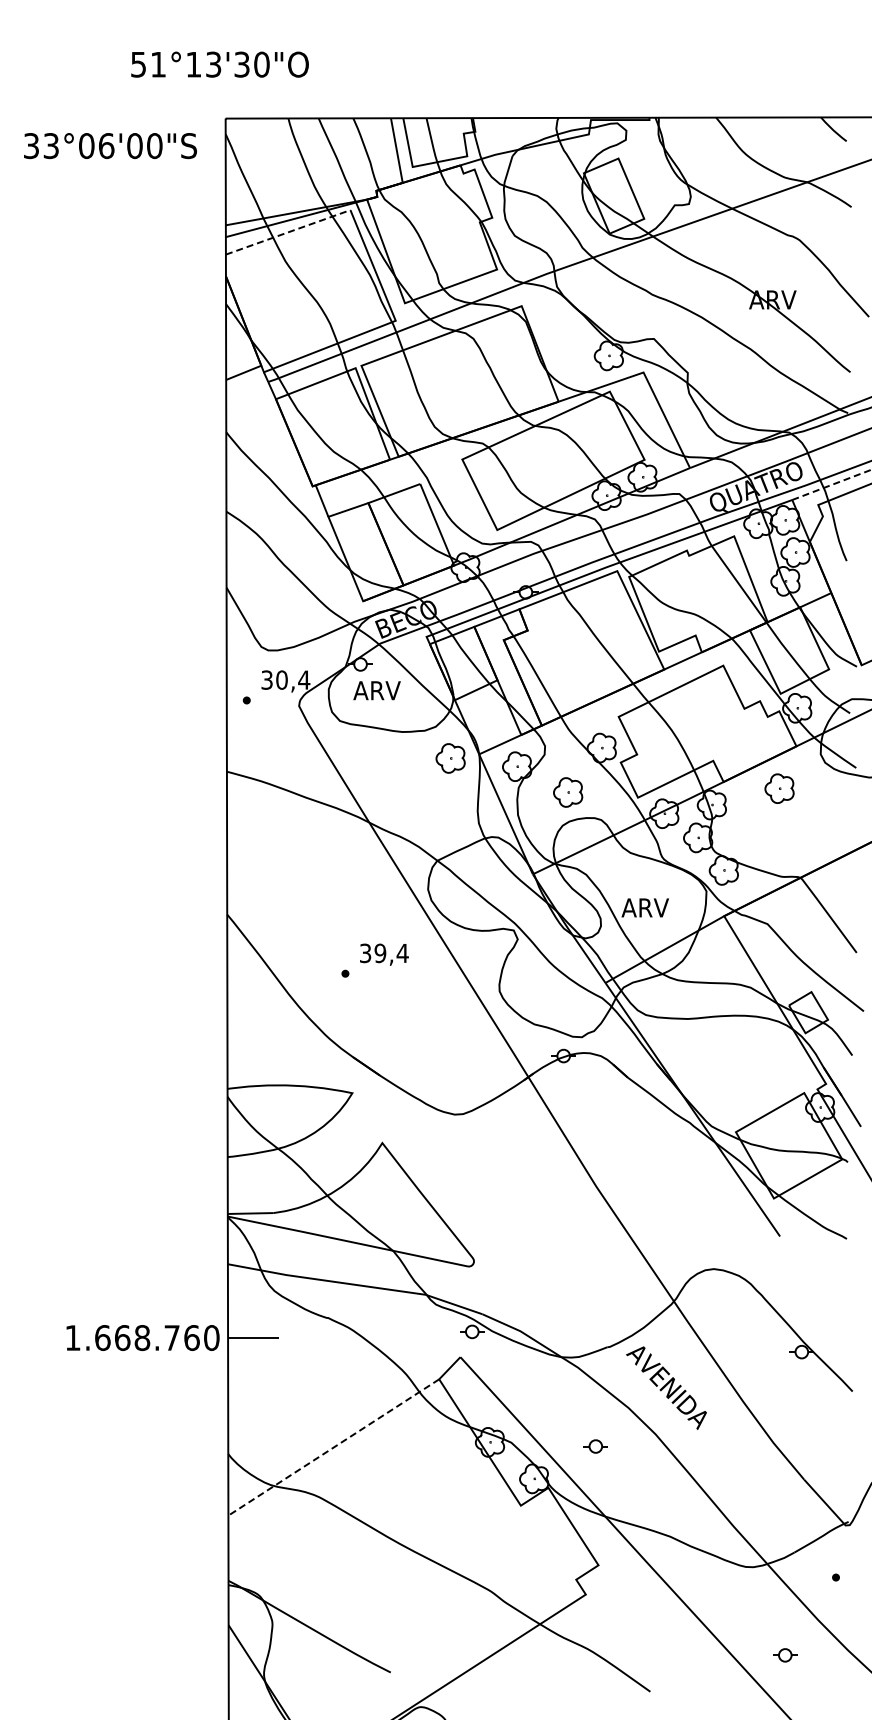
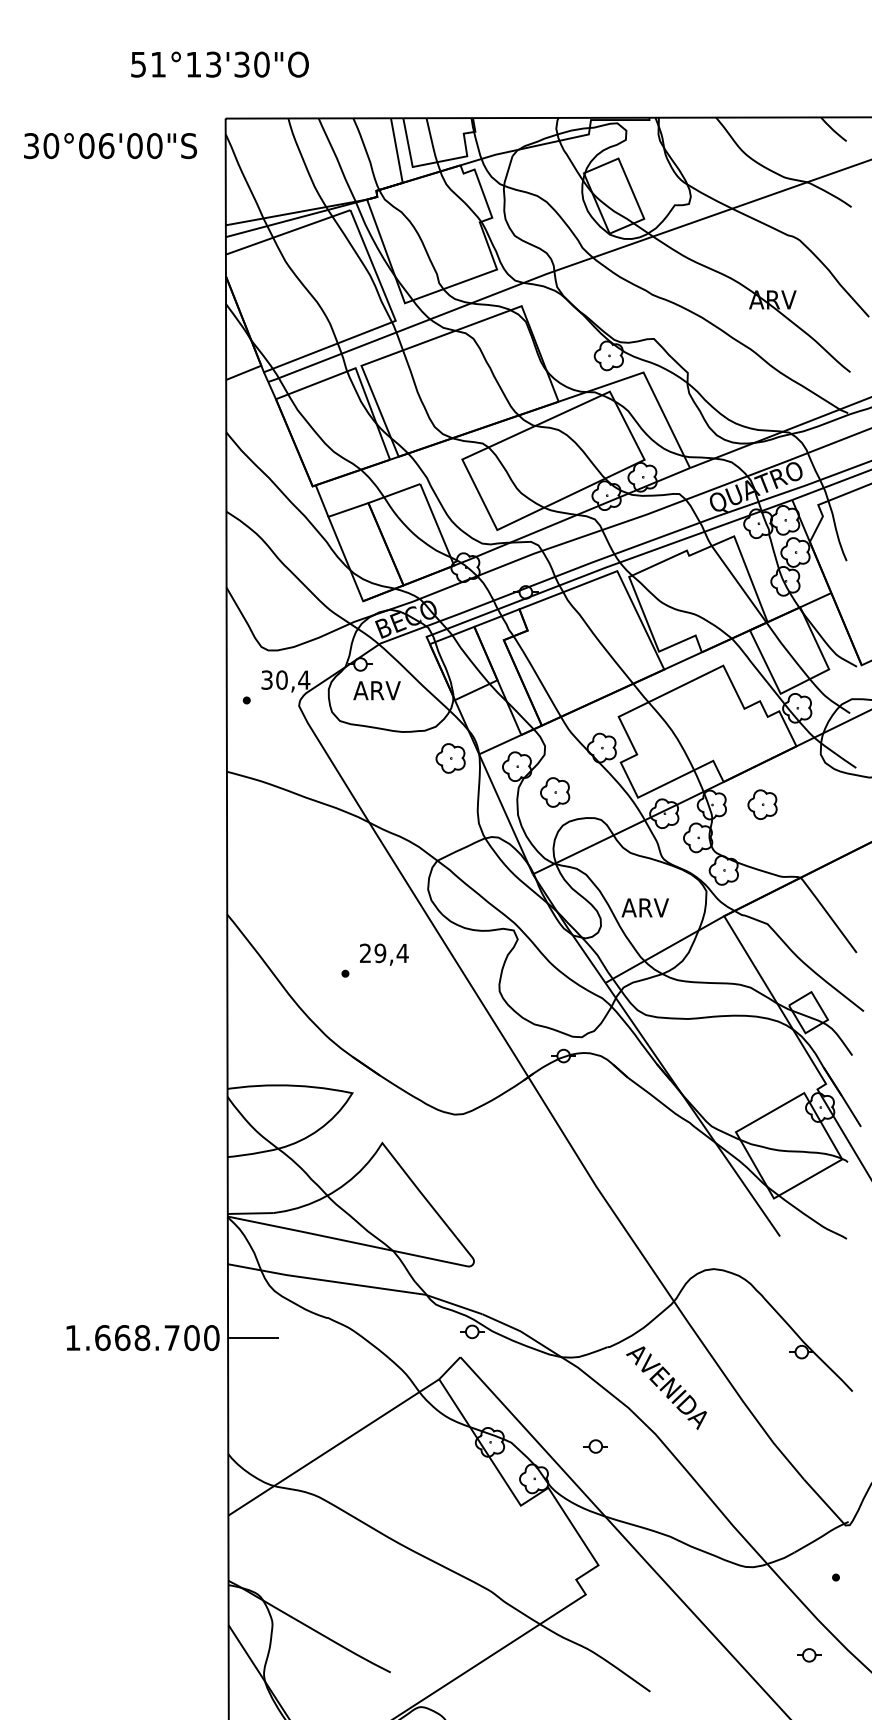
text at (51, 146): 33°06'00"S -> 30°06'00"S
line at (288, 232): dashed -> solid
line at (832, 484): dashed -> solid
part at (779, 788) position: (779, 788) -> (762, 804)
part at (568, 792) position: (568, 792) -> (555, 792)
text at (365, 953): 39,4 -> 29,4
text at (191, 1337): 1.668.760 -> 1.668.700
line at (333, 1447): dashed -> solid
part at (785, 1655) position: (785, 1655) -> (809, 1655)
